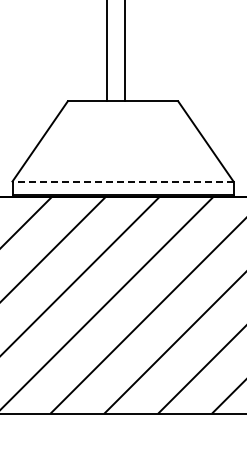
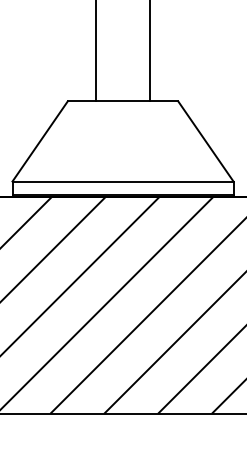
line at (107, 51) position: (107, 51) -> (96, 51)
line at (124, 51) position: (124, 51) -> (149, 51)
line at (122, 181): dashed -> solid
